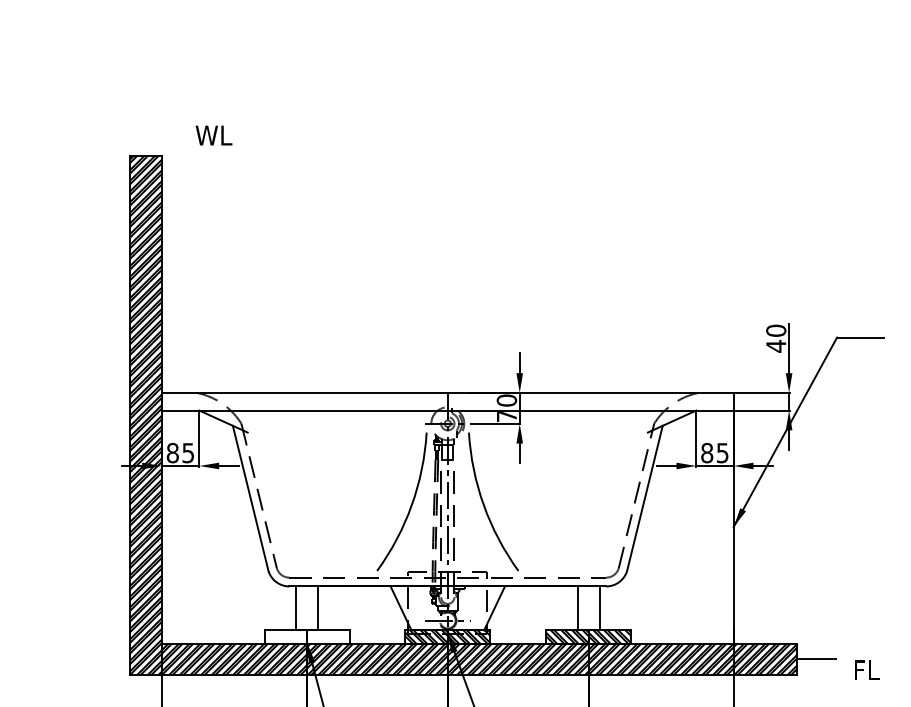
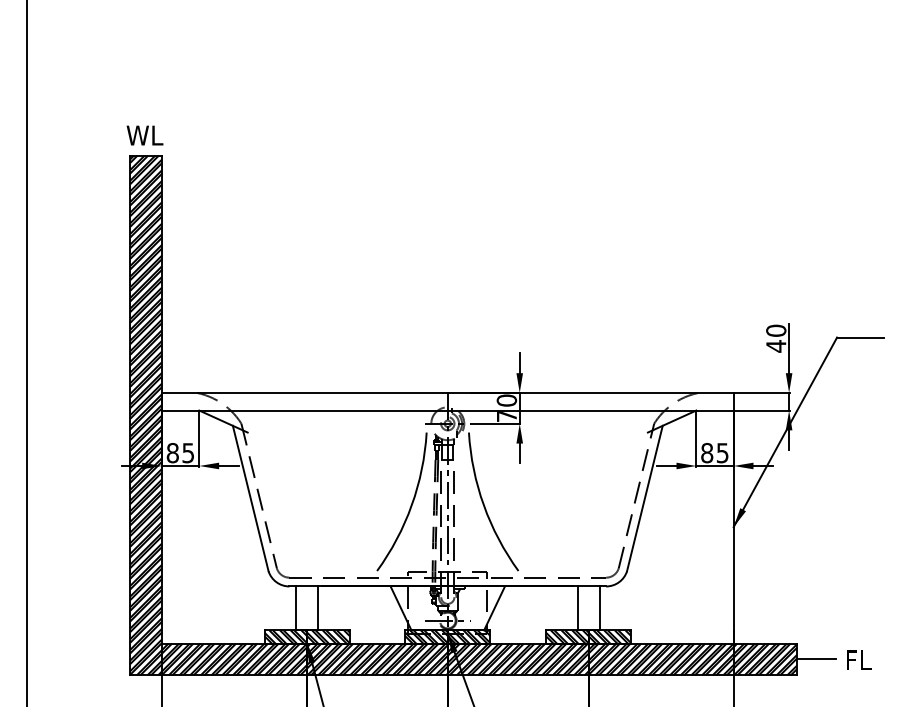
text at (213, 135) position: (213, 135) -> (144, 135)
line at (27, 352): none -> present
hatch at (306, 636): none -> present
text at (867, 669) position: (867, 669) -> (859, 659)
